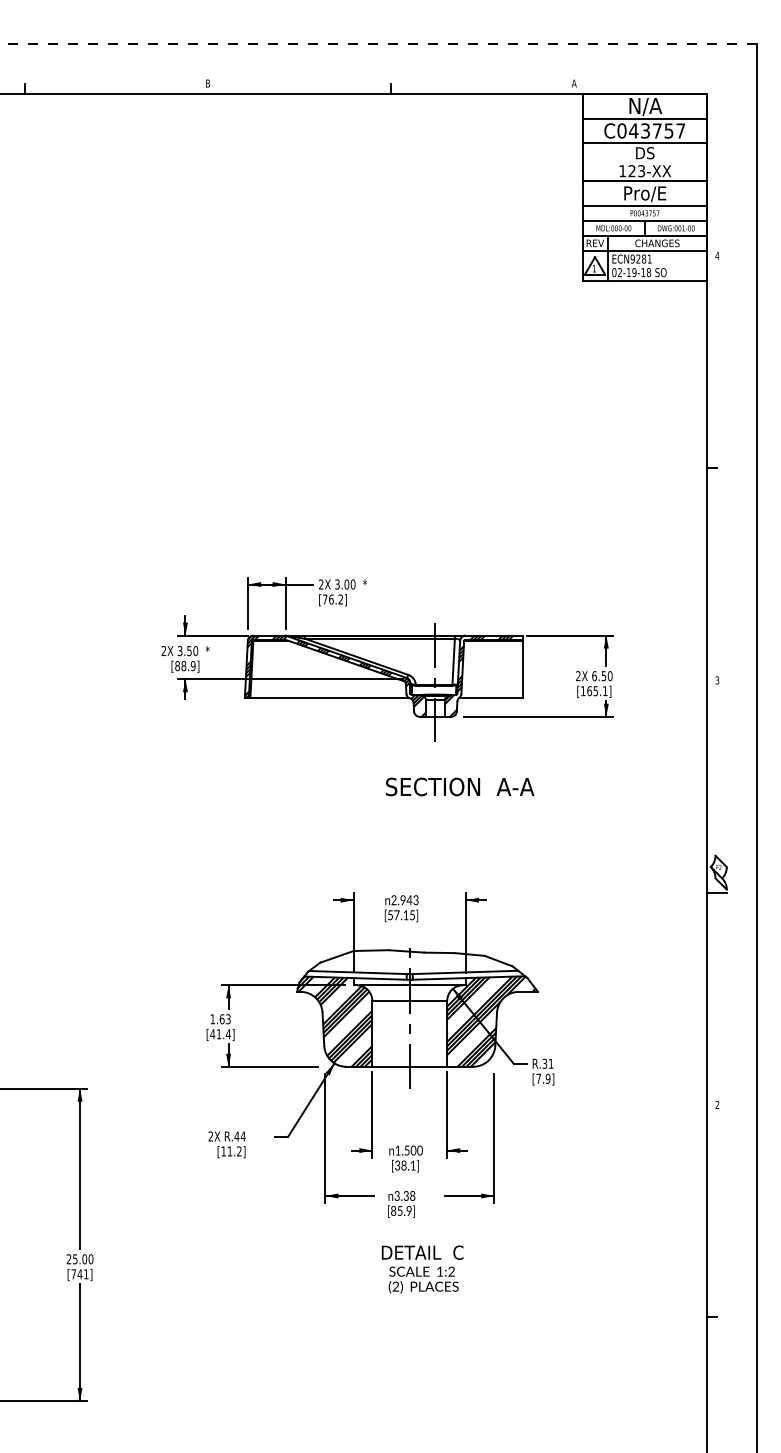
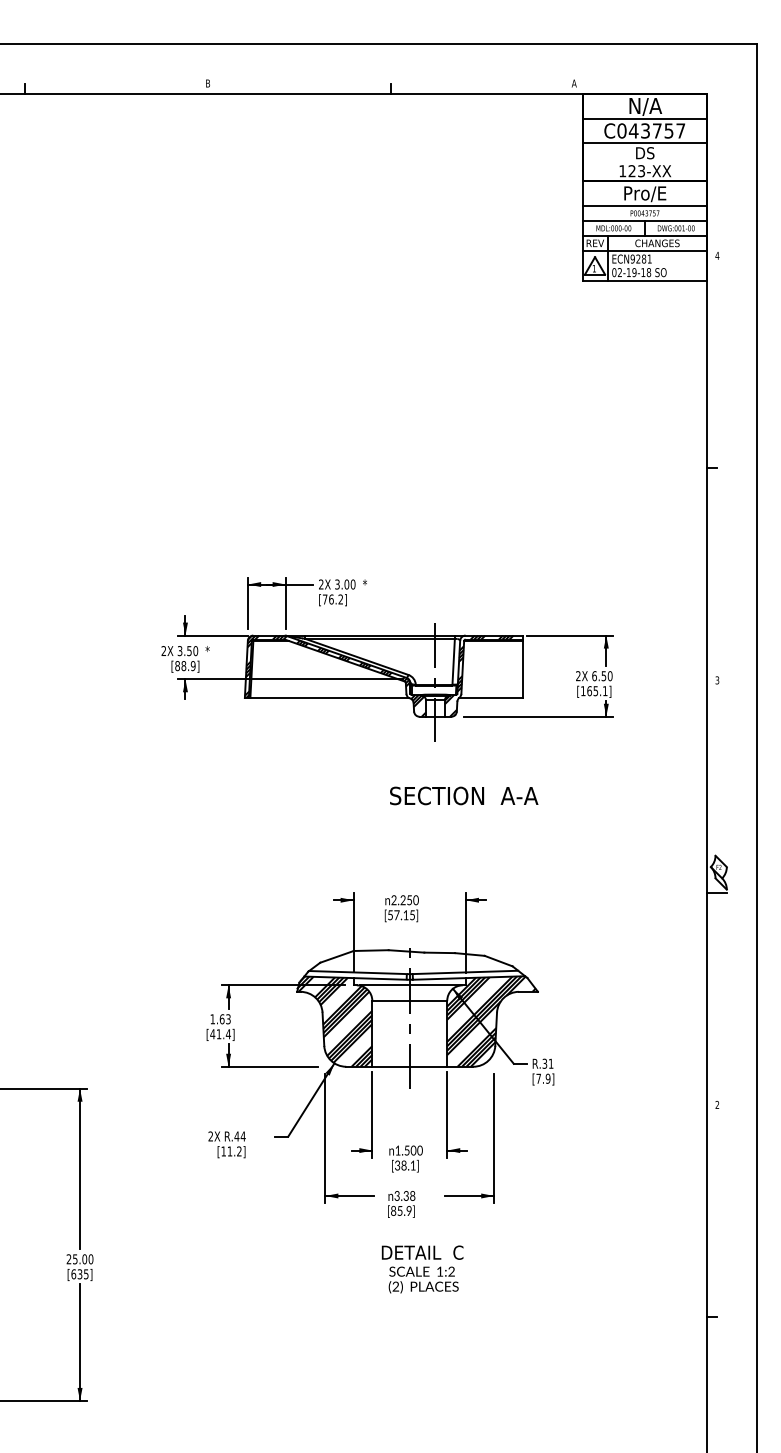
line at (378, 43): dashed -> solid
text at (460, 786) position: (460, 786) -> (464, 795)
text at (409, 900): 2.943 -> 2.250
text at (79, 1274): [741] -> [635]
